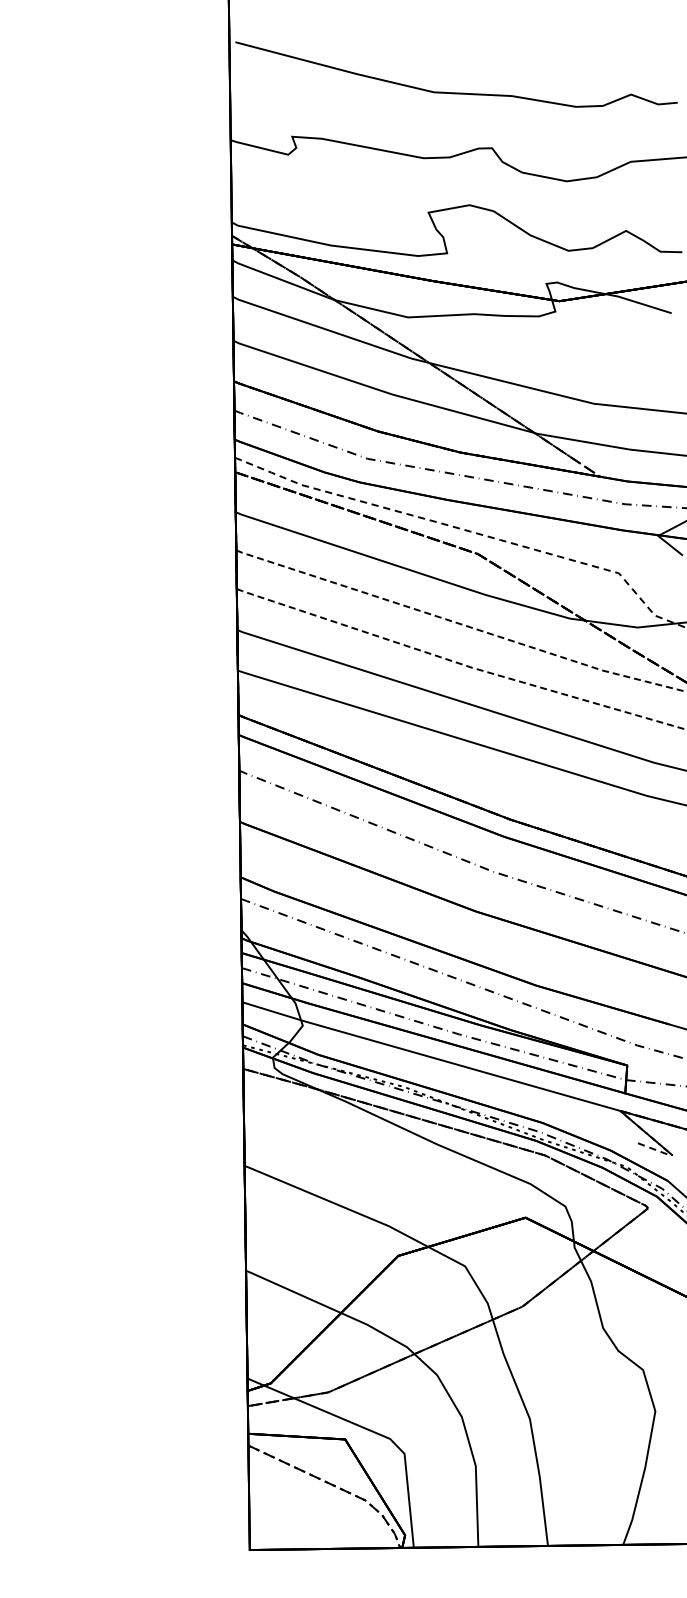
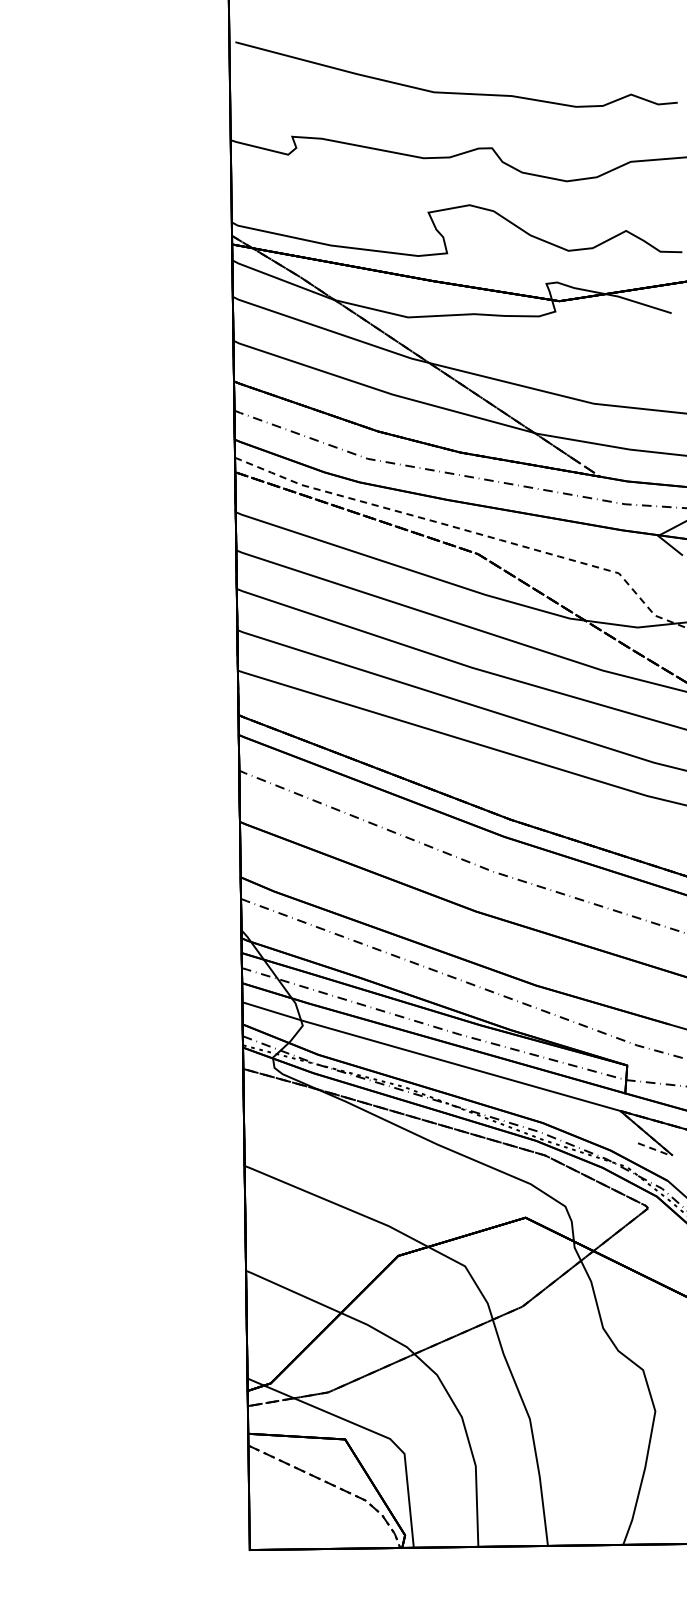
line at (460, 624): dashed -> solid
line at (460, 664): dashed -> solid
